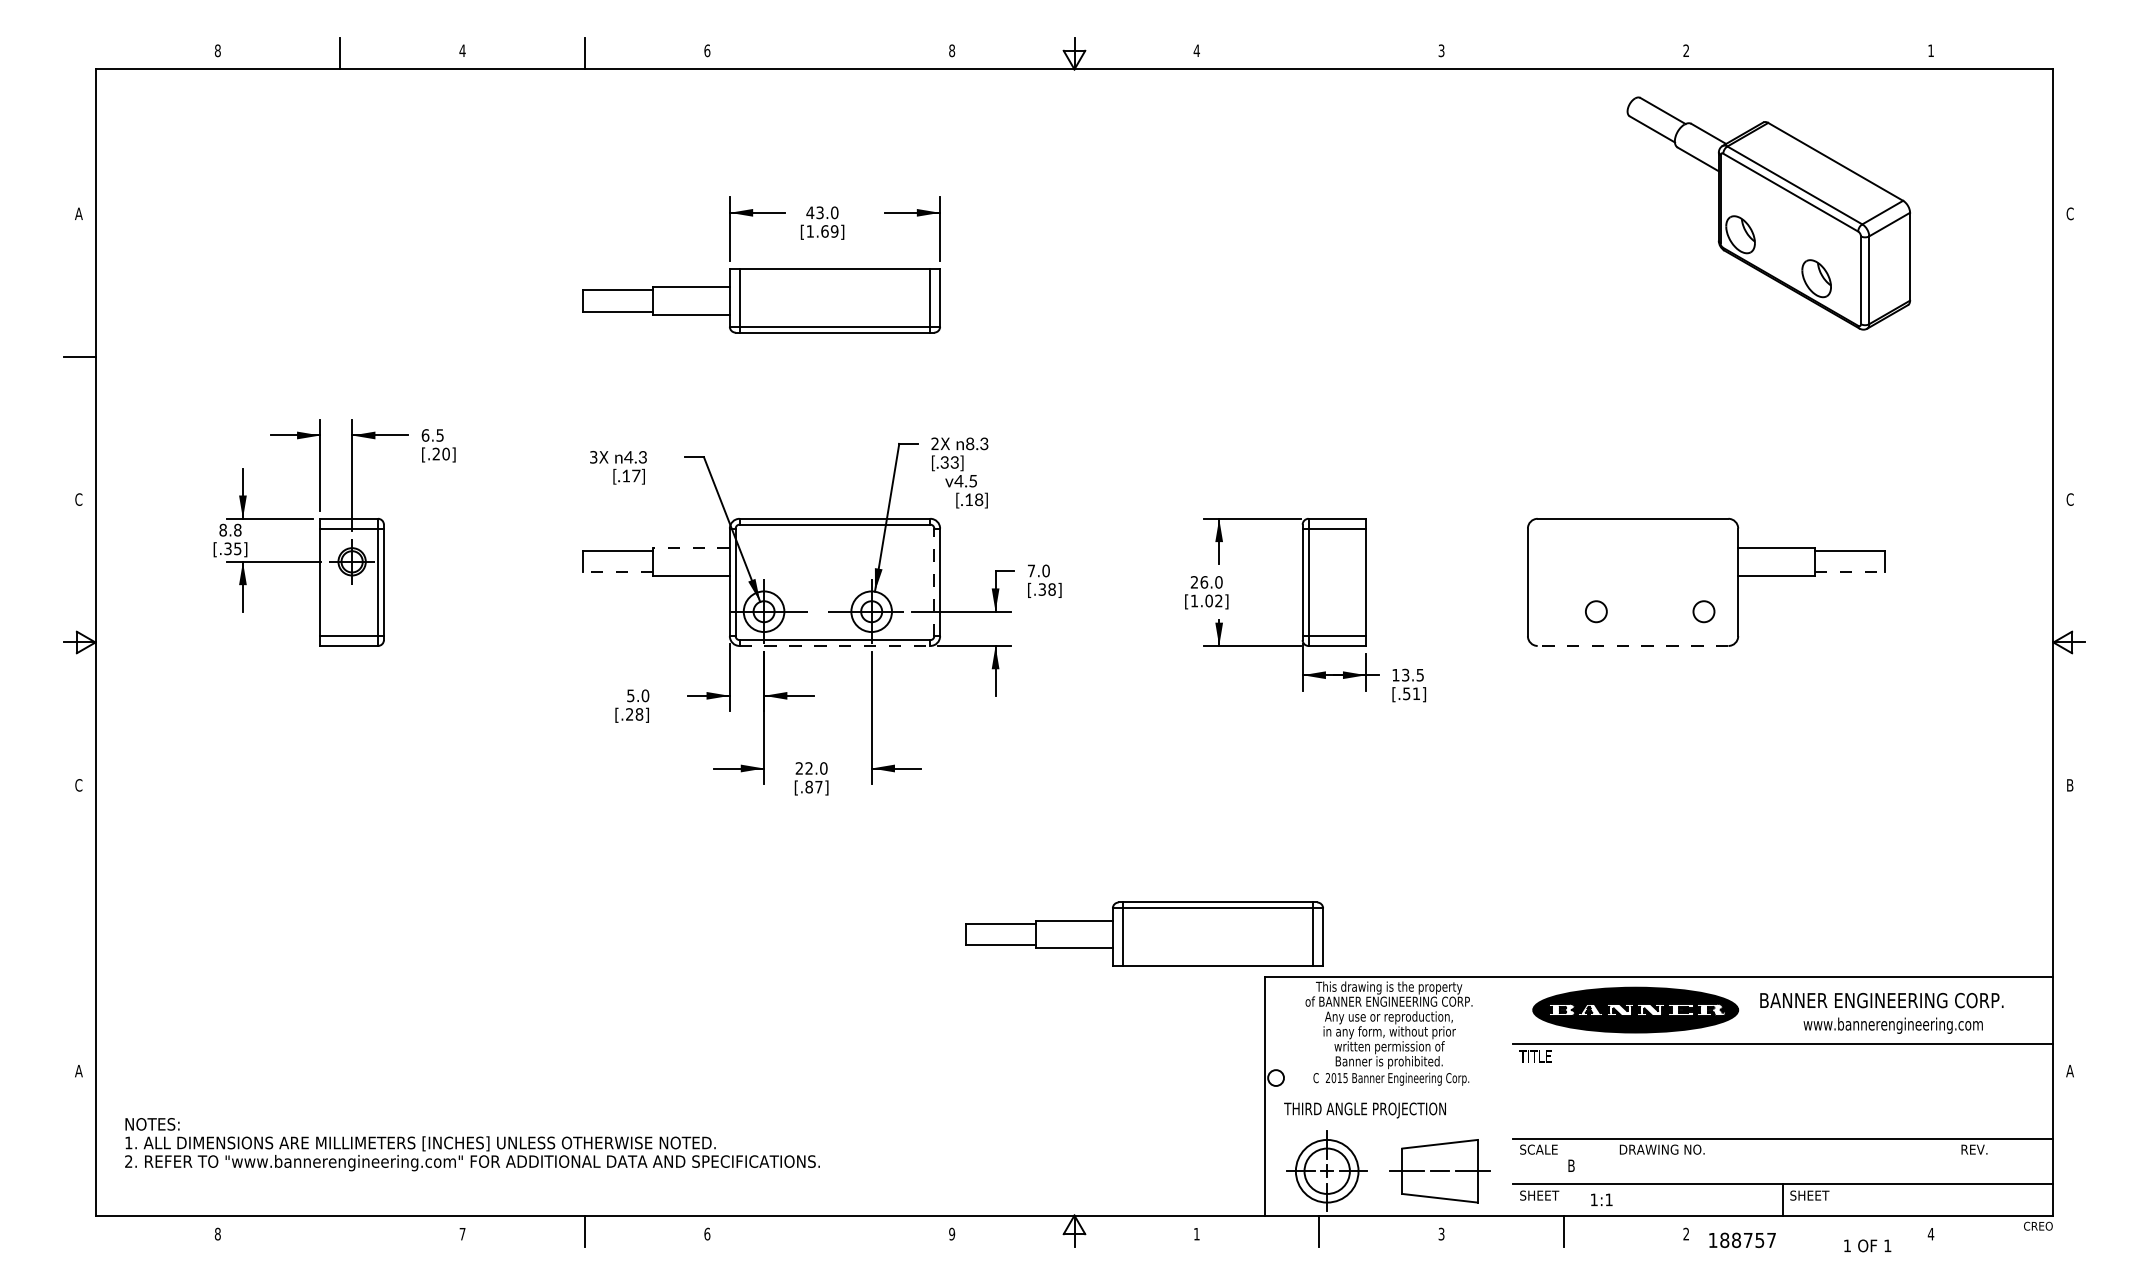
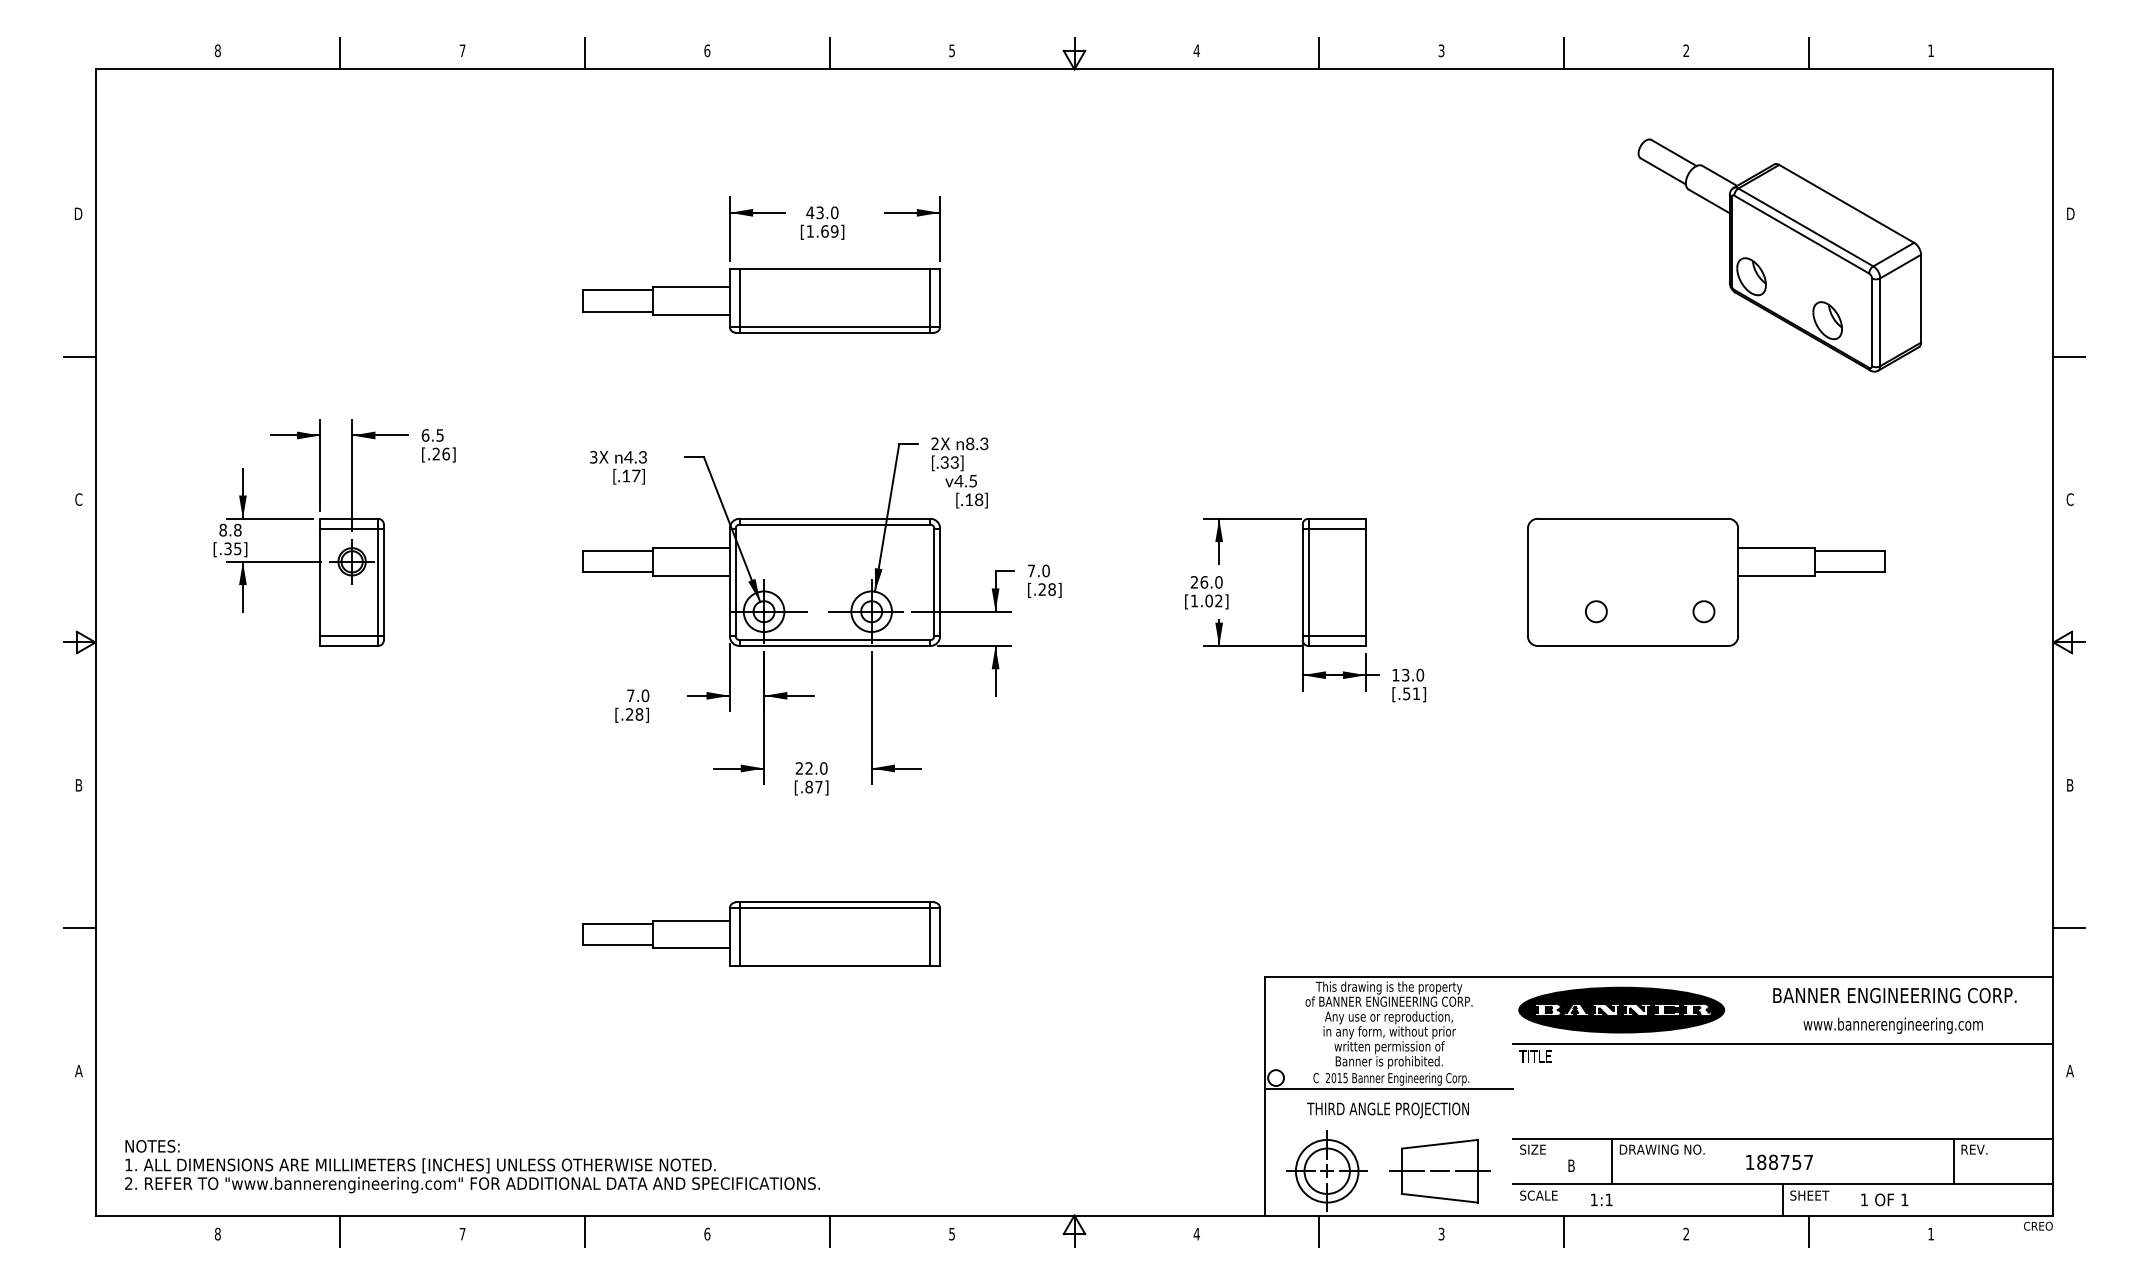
text at (462, 50): 4 -> 7
text at (952, 50): 8 -> 5
line at (829, 53): none -> present
line at (1319, 53): none -> present
line at (1563, 53): none -> present
line at (1808, 53): none -> present
text at (78, 213): A -> D
part at (1768, 213) position: (1768, 213) -> (1779, 255)
text at (2070, 213): C -> D
line at (2068, 356): none -> present
text at (445, 453): [.20] -> [.26]
line at (690, 548): dashed -> solid
line at (618, 572): dashed -> solid
line at (1849, 572): dashed -> solid
line at (934, 582): dashed -> solid
text at (1041, 589): [.38] -> [.28]
line at (835, 645): dashed -> solid
line at (1632, 645): dashed -> solid
text at (1420, 674): 13.5 -> 13.0
text at (630, 695): 5.0 -> 7.0
text at (78, 785): C -> B
line at (79, 928): none -> present
line at (2068, 928): none -> present
part at (1144, 933) position: (1144, 933) -> (761, 933)
text at (1881, 1000) position: (1881, 1000) -> (1894, 995)
part at (1635, 1009) position: (1635, 1009) -> (1621, 1009)
line at (1388, 1088): none -> present
text at (1364, 1110) position: (1364, 1110) -> (1387, 1110)
text at (472, 1144) position: (472, 1144) -> (472, 1166)
text at (1542, 1149): SCALE -> SIZE
line at (1612, 1161): none -> present
line at (1954, 1161): none -> present
text at (1543, 1195): SHEET -> SCALE
line at (340, 1230): none -> present
line at (829, 1230): none -> present
line at (1808, 1230): none -> present
text at (952, 1233): 9 -> 5
text at (1196, 1234): 1 -> 4
text at (1930, 1234): 4 -> 1
text at (1742, 1239) position: (1742, 1239) -> (1779, 1161)
text at (1867, 1245) position: (1867, 1245) -> (1884, 1199)
